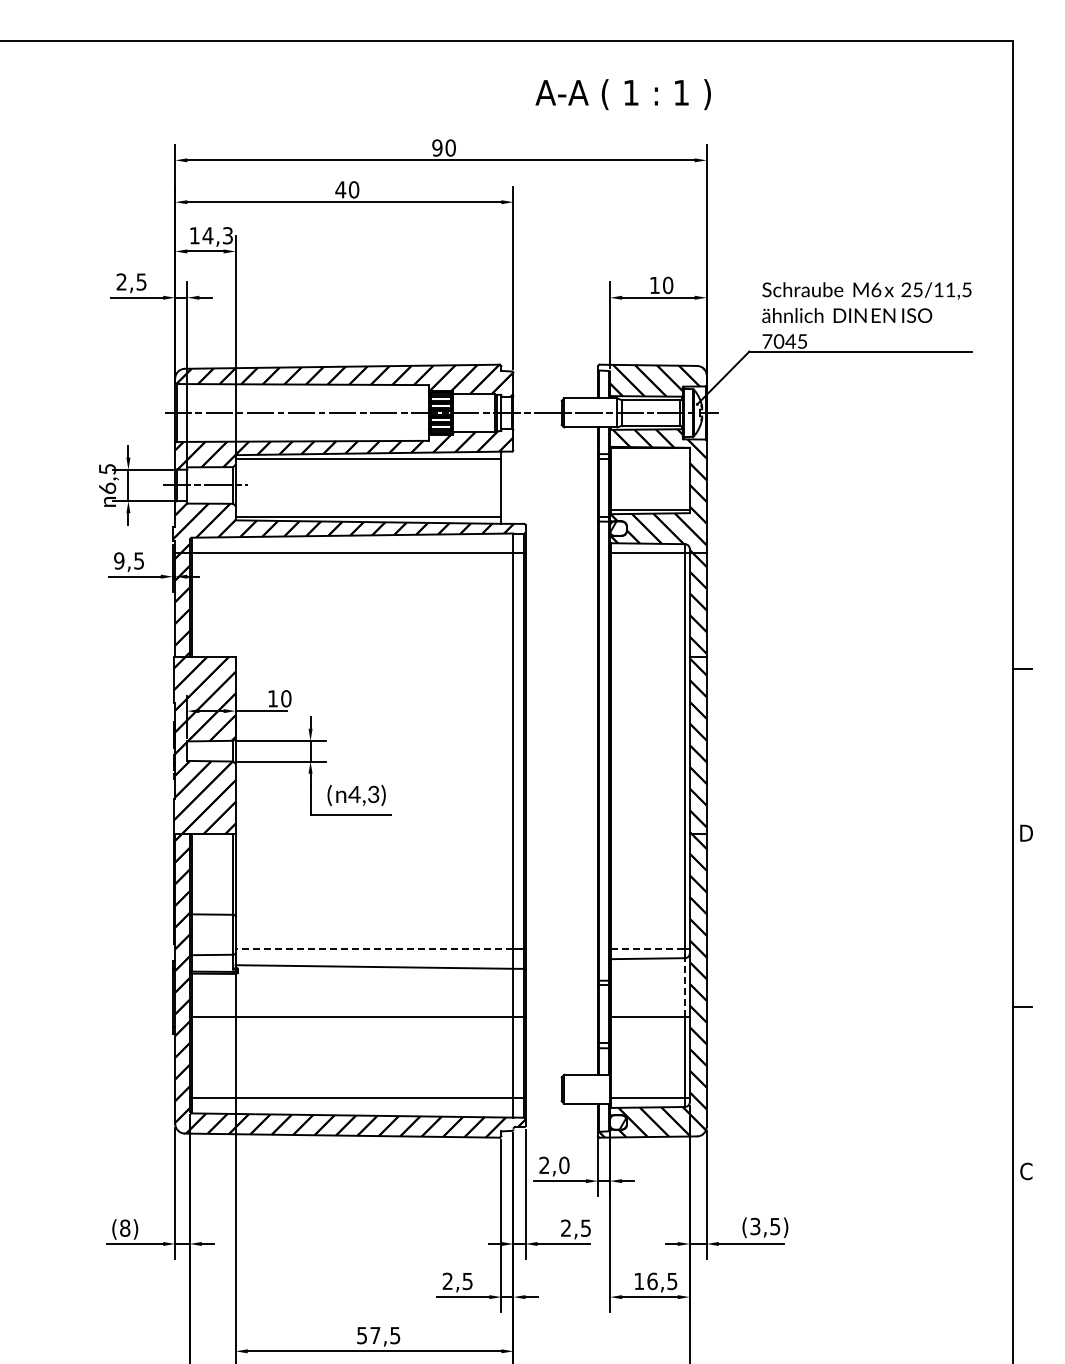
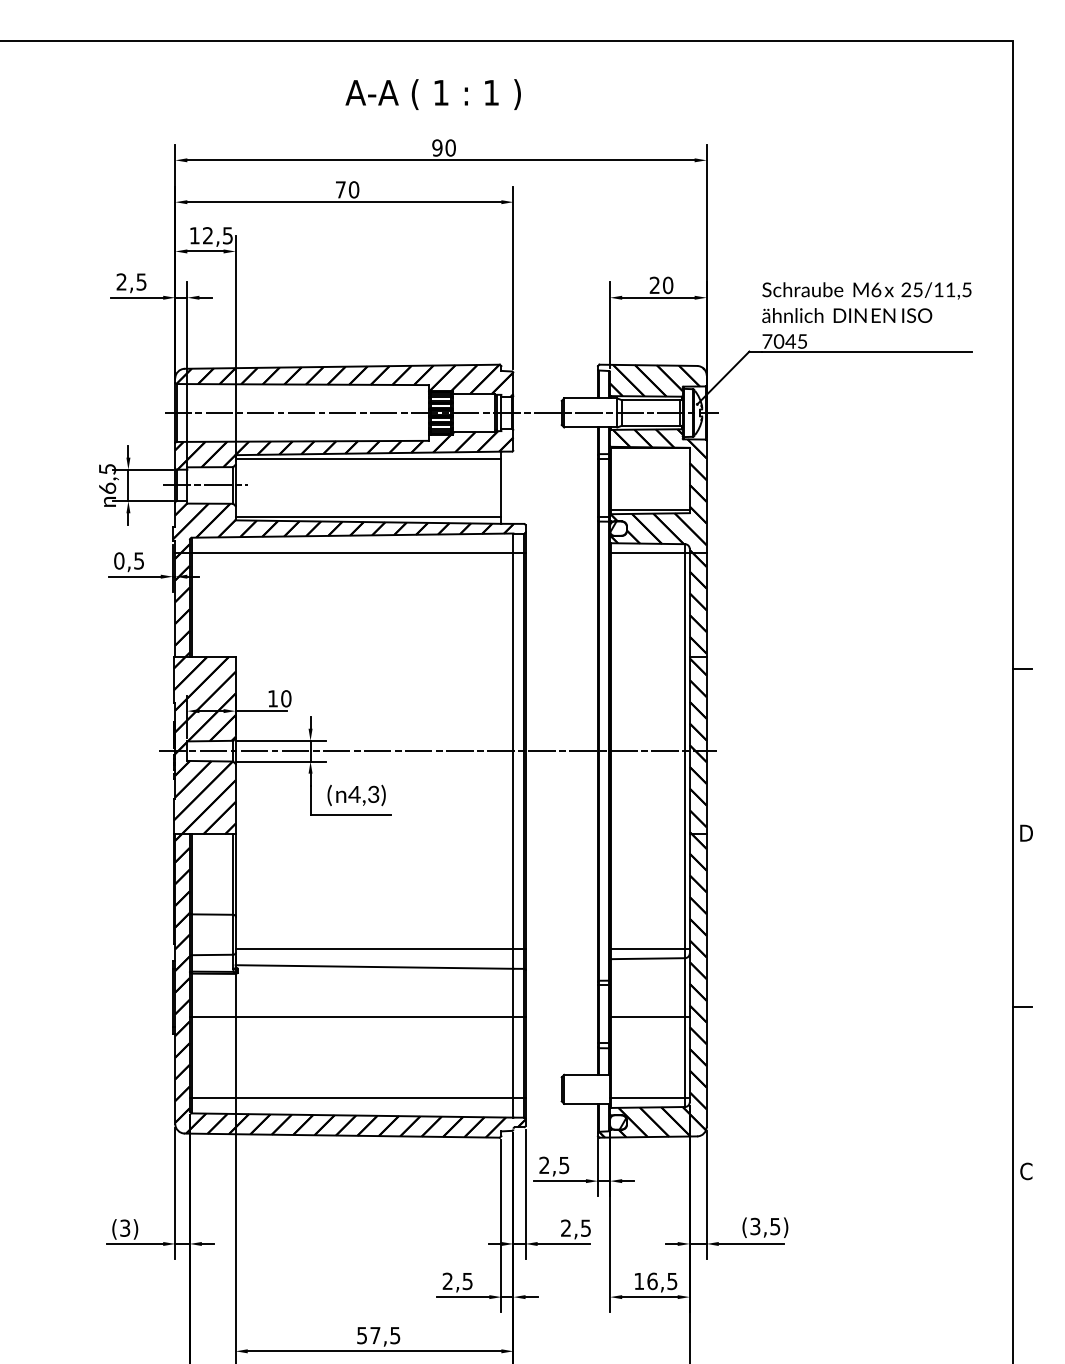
text at (622, 94) position: (622, 94) -> (432, 94)
text at (340, 189): 40 -> 70
text at (217, 235): 14,3 -> 12,5
text at (654, 284): 10 -> 20
text at (119, 560): 9,5 -> 0,5
line at (437, 751): none -> present
line at (374, 949): dashed -> solid
line at (648, 949): dashed -> solid
line at (685, 987): dashed -> solid
text at (564, 1165): 2,0 -> 2,5
text at (125, 1227): (8) -> (3)
